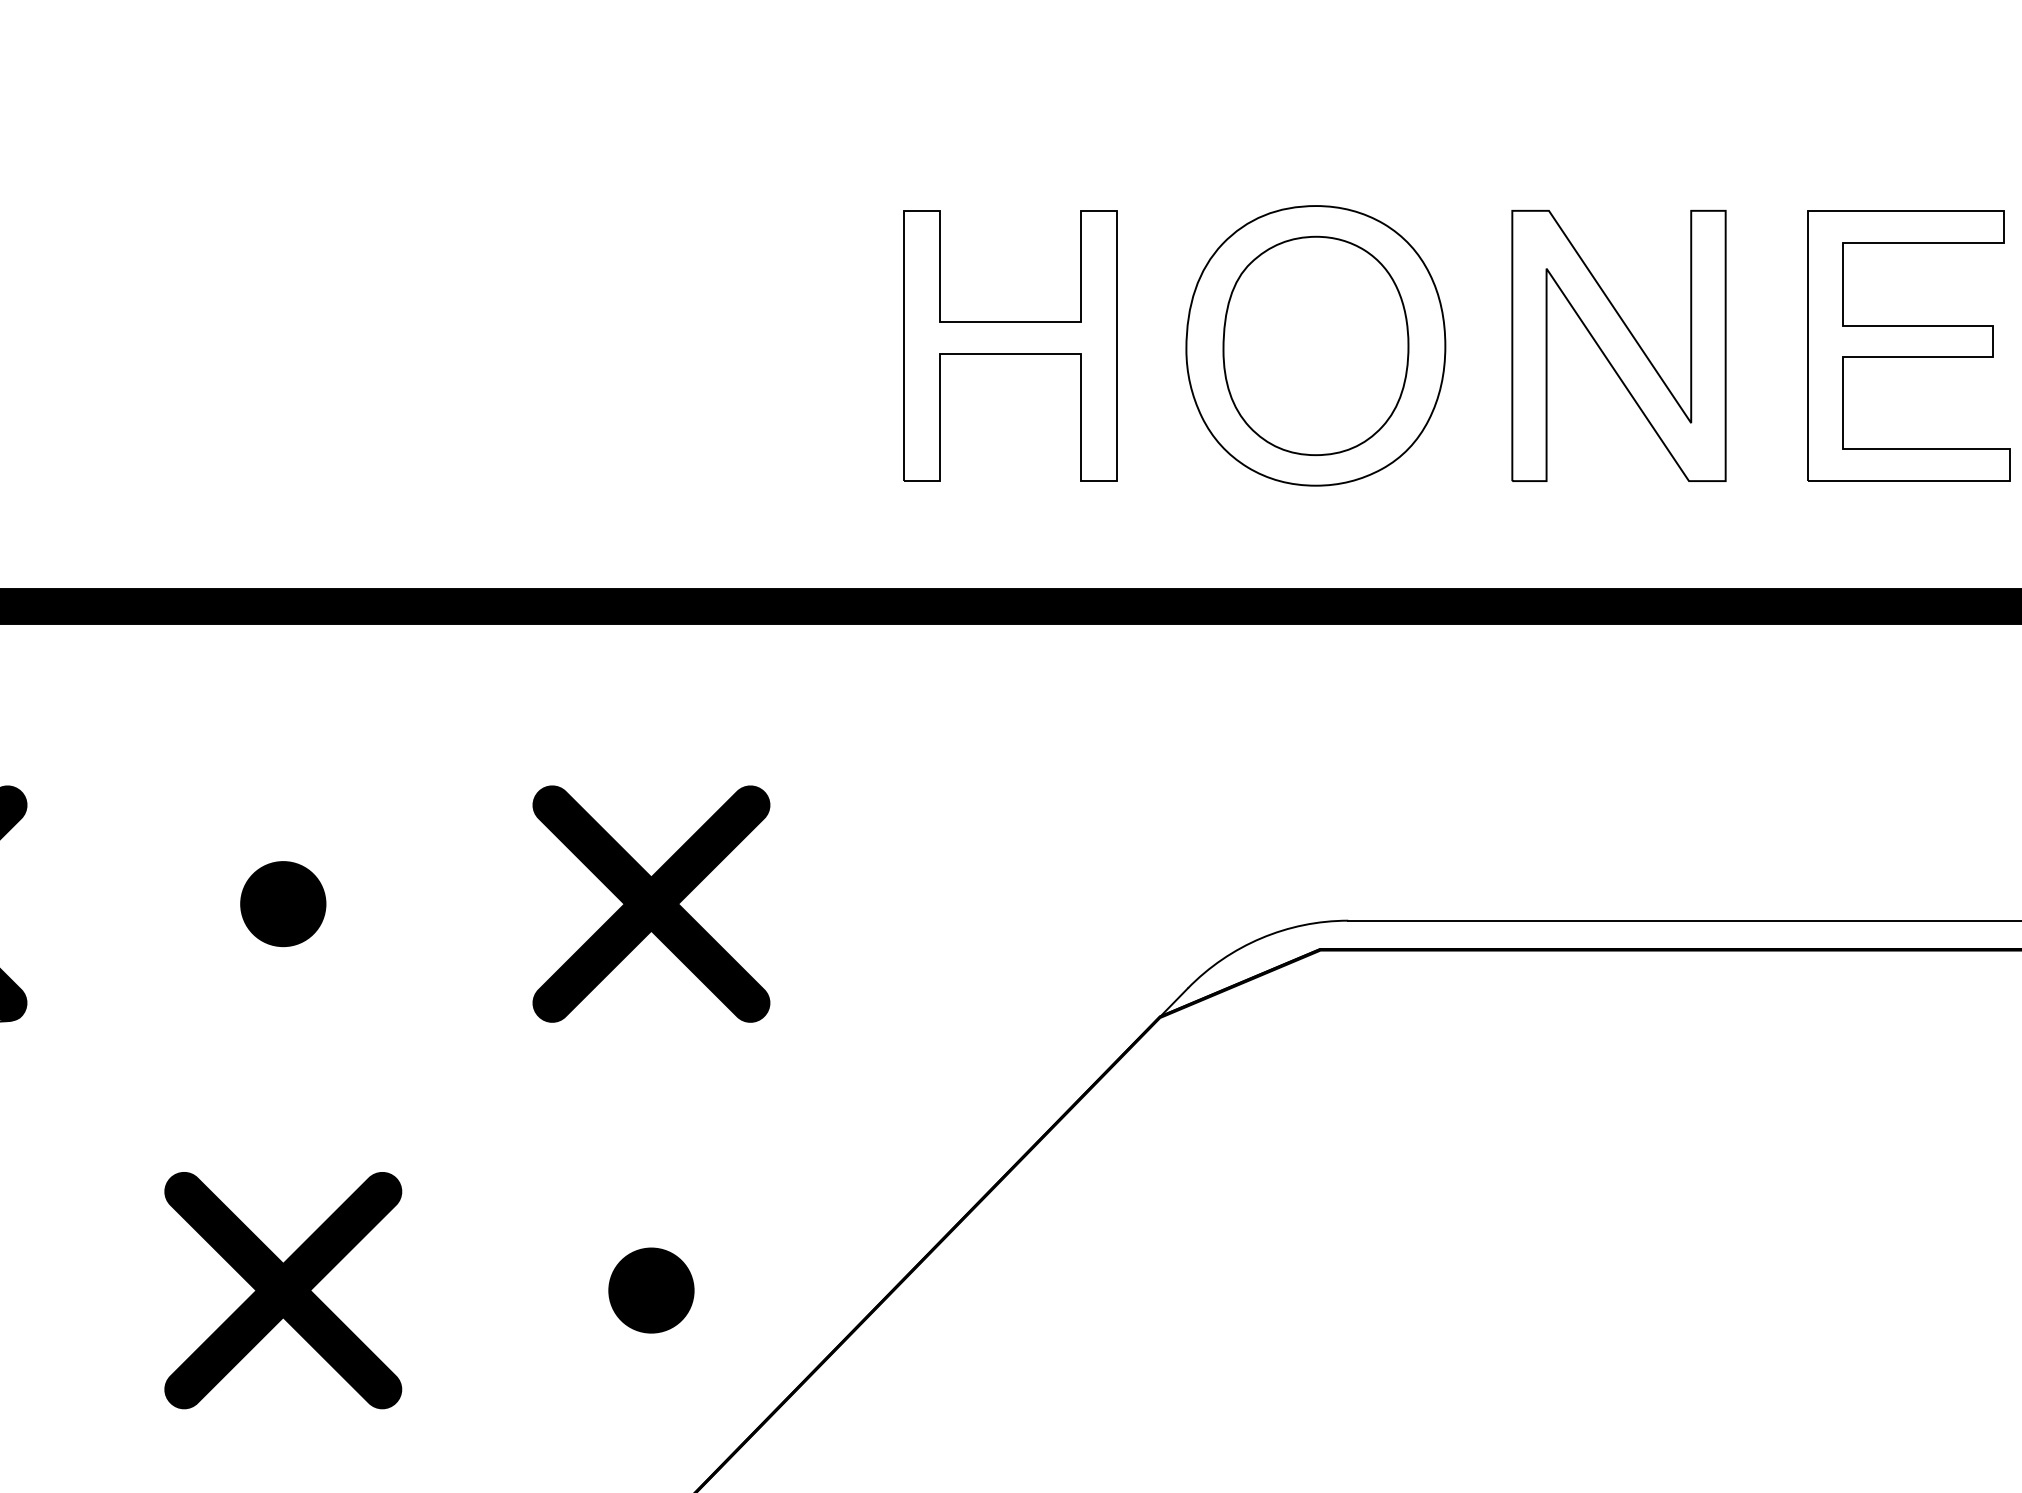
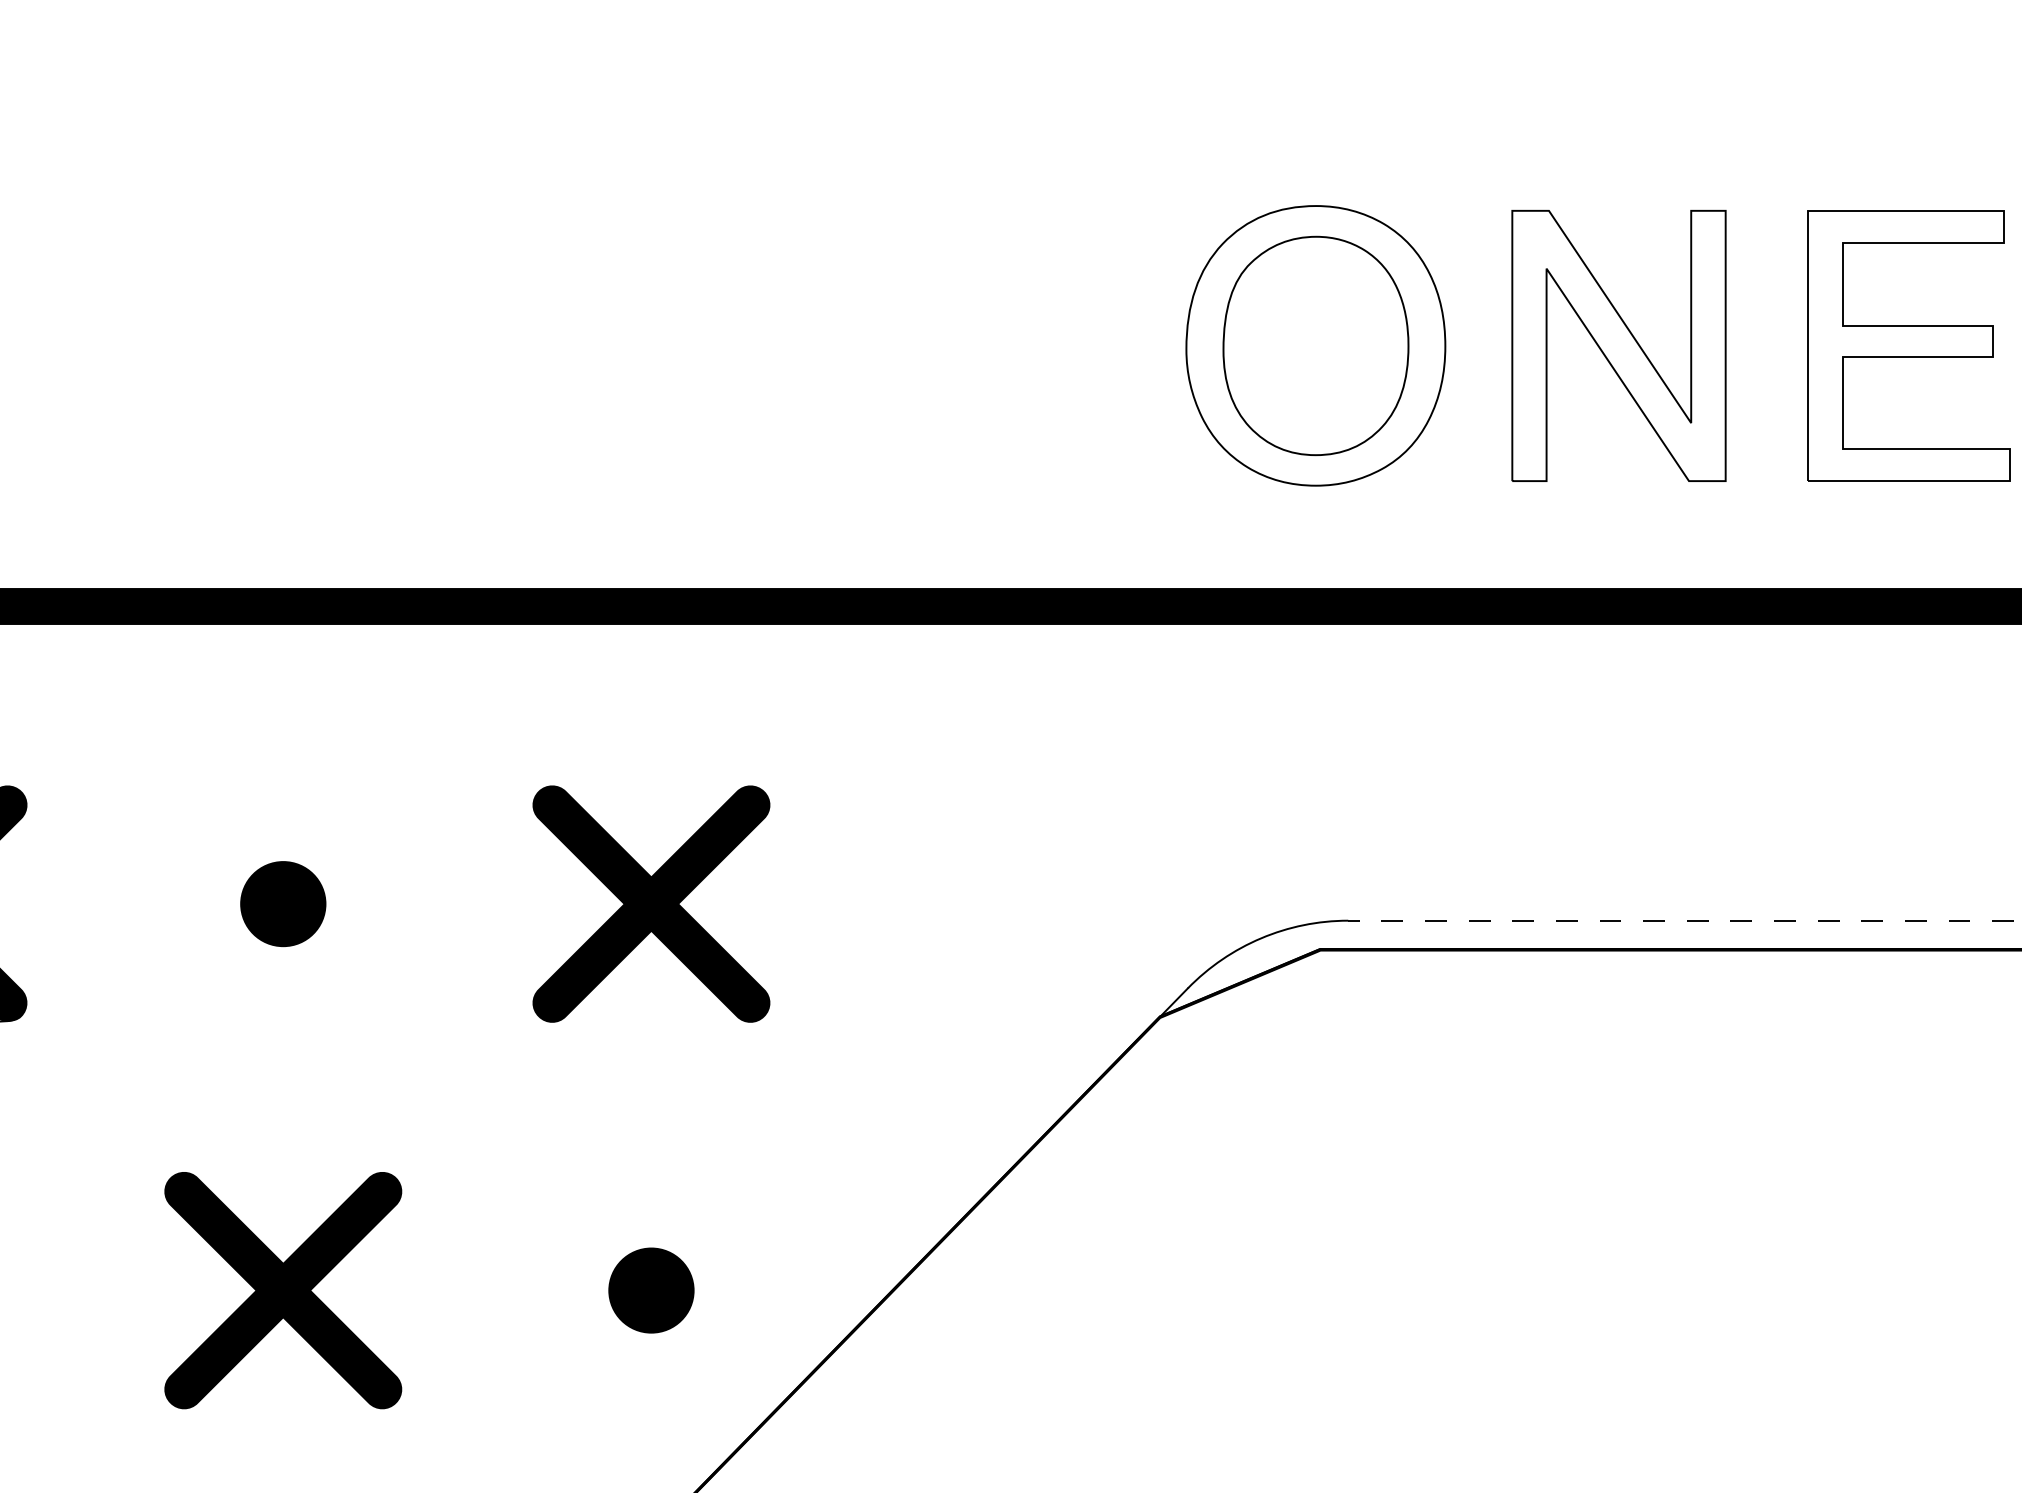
part at (1010, 345): present -> none
line at (1684, 920): solid -> dashed
